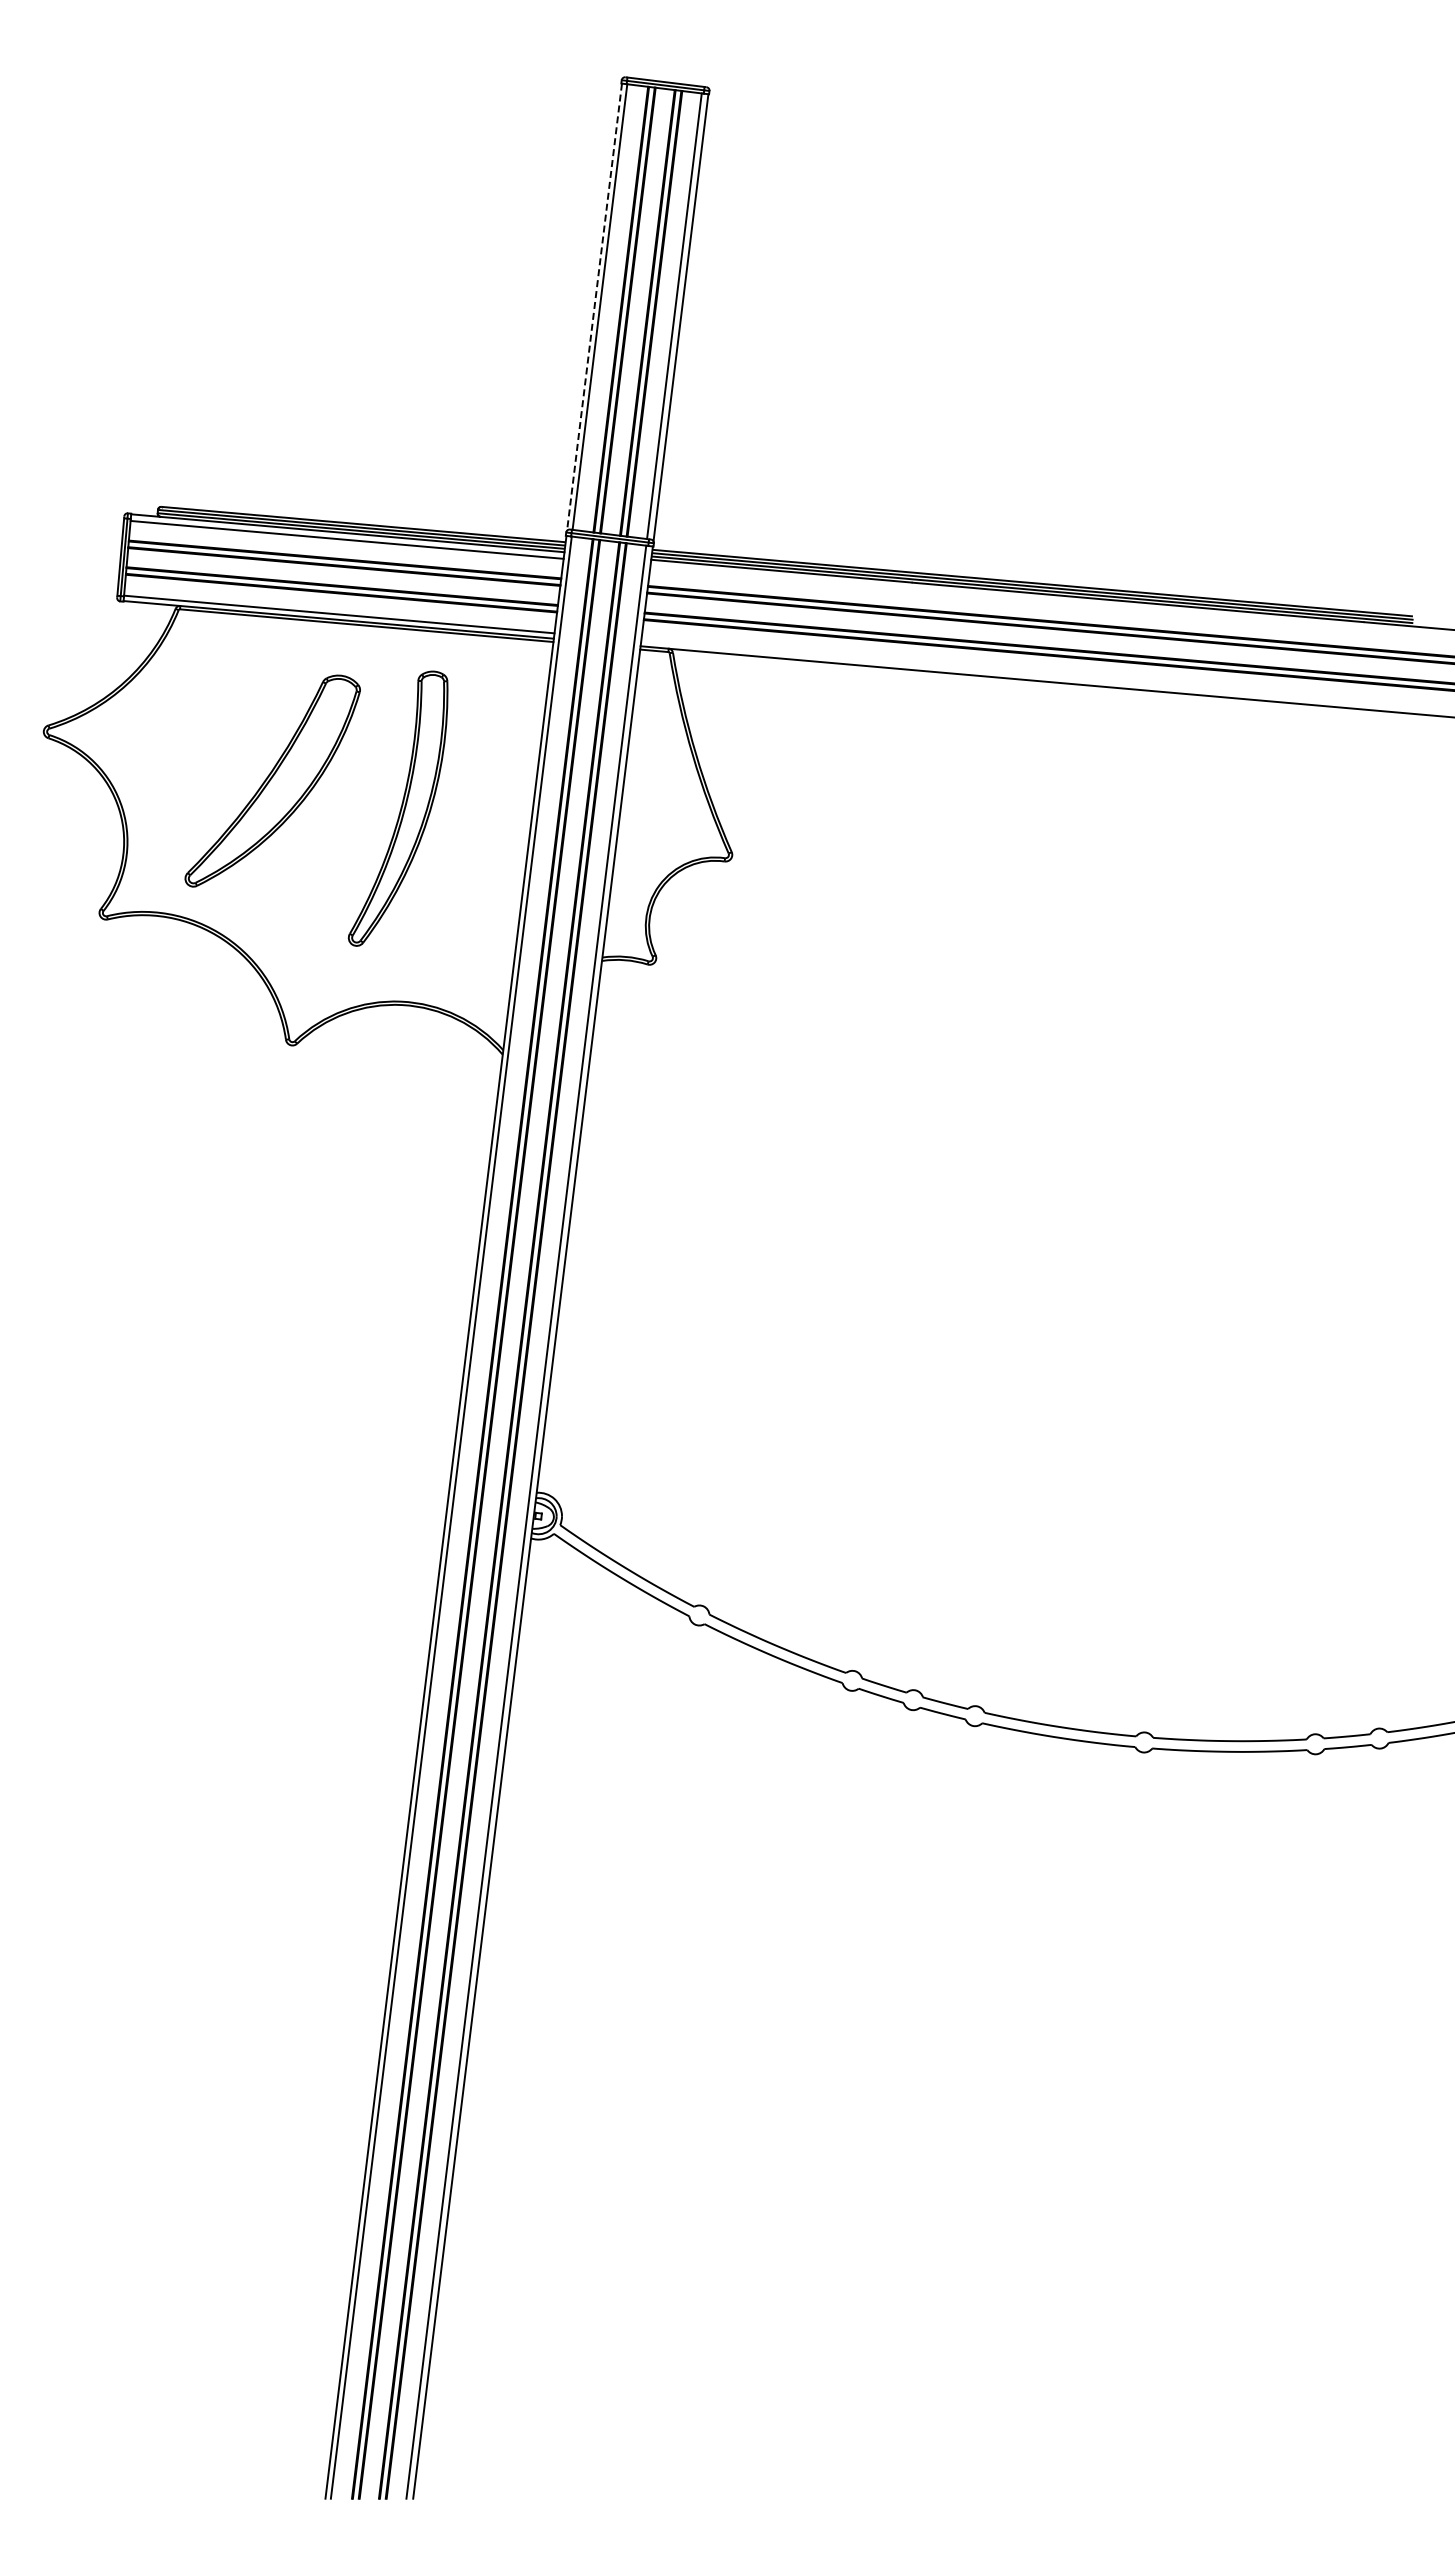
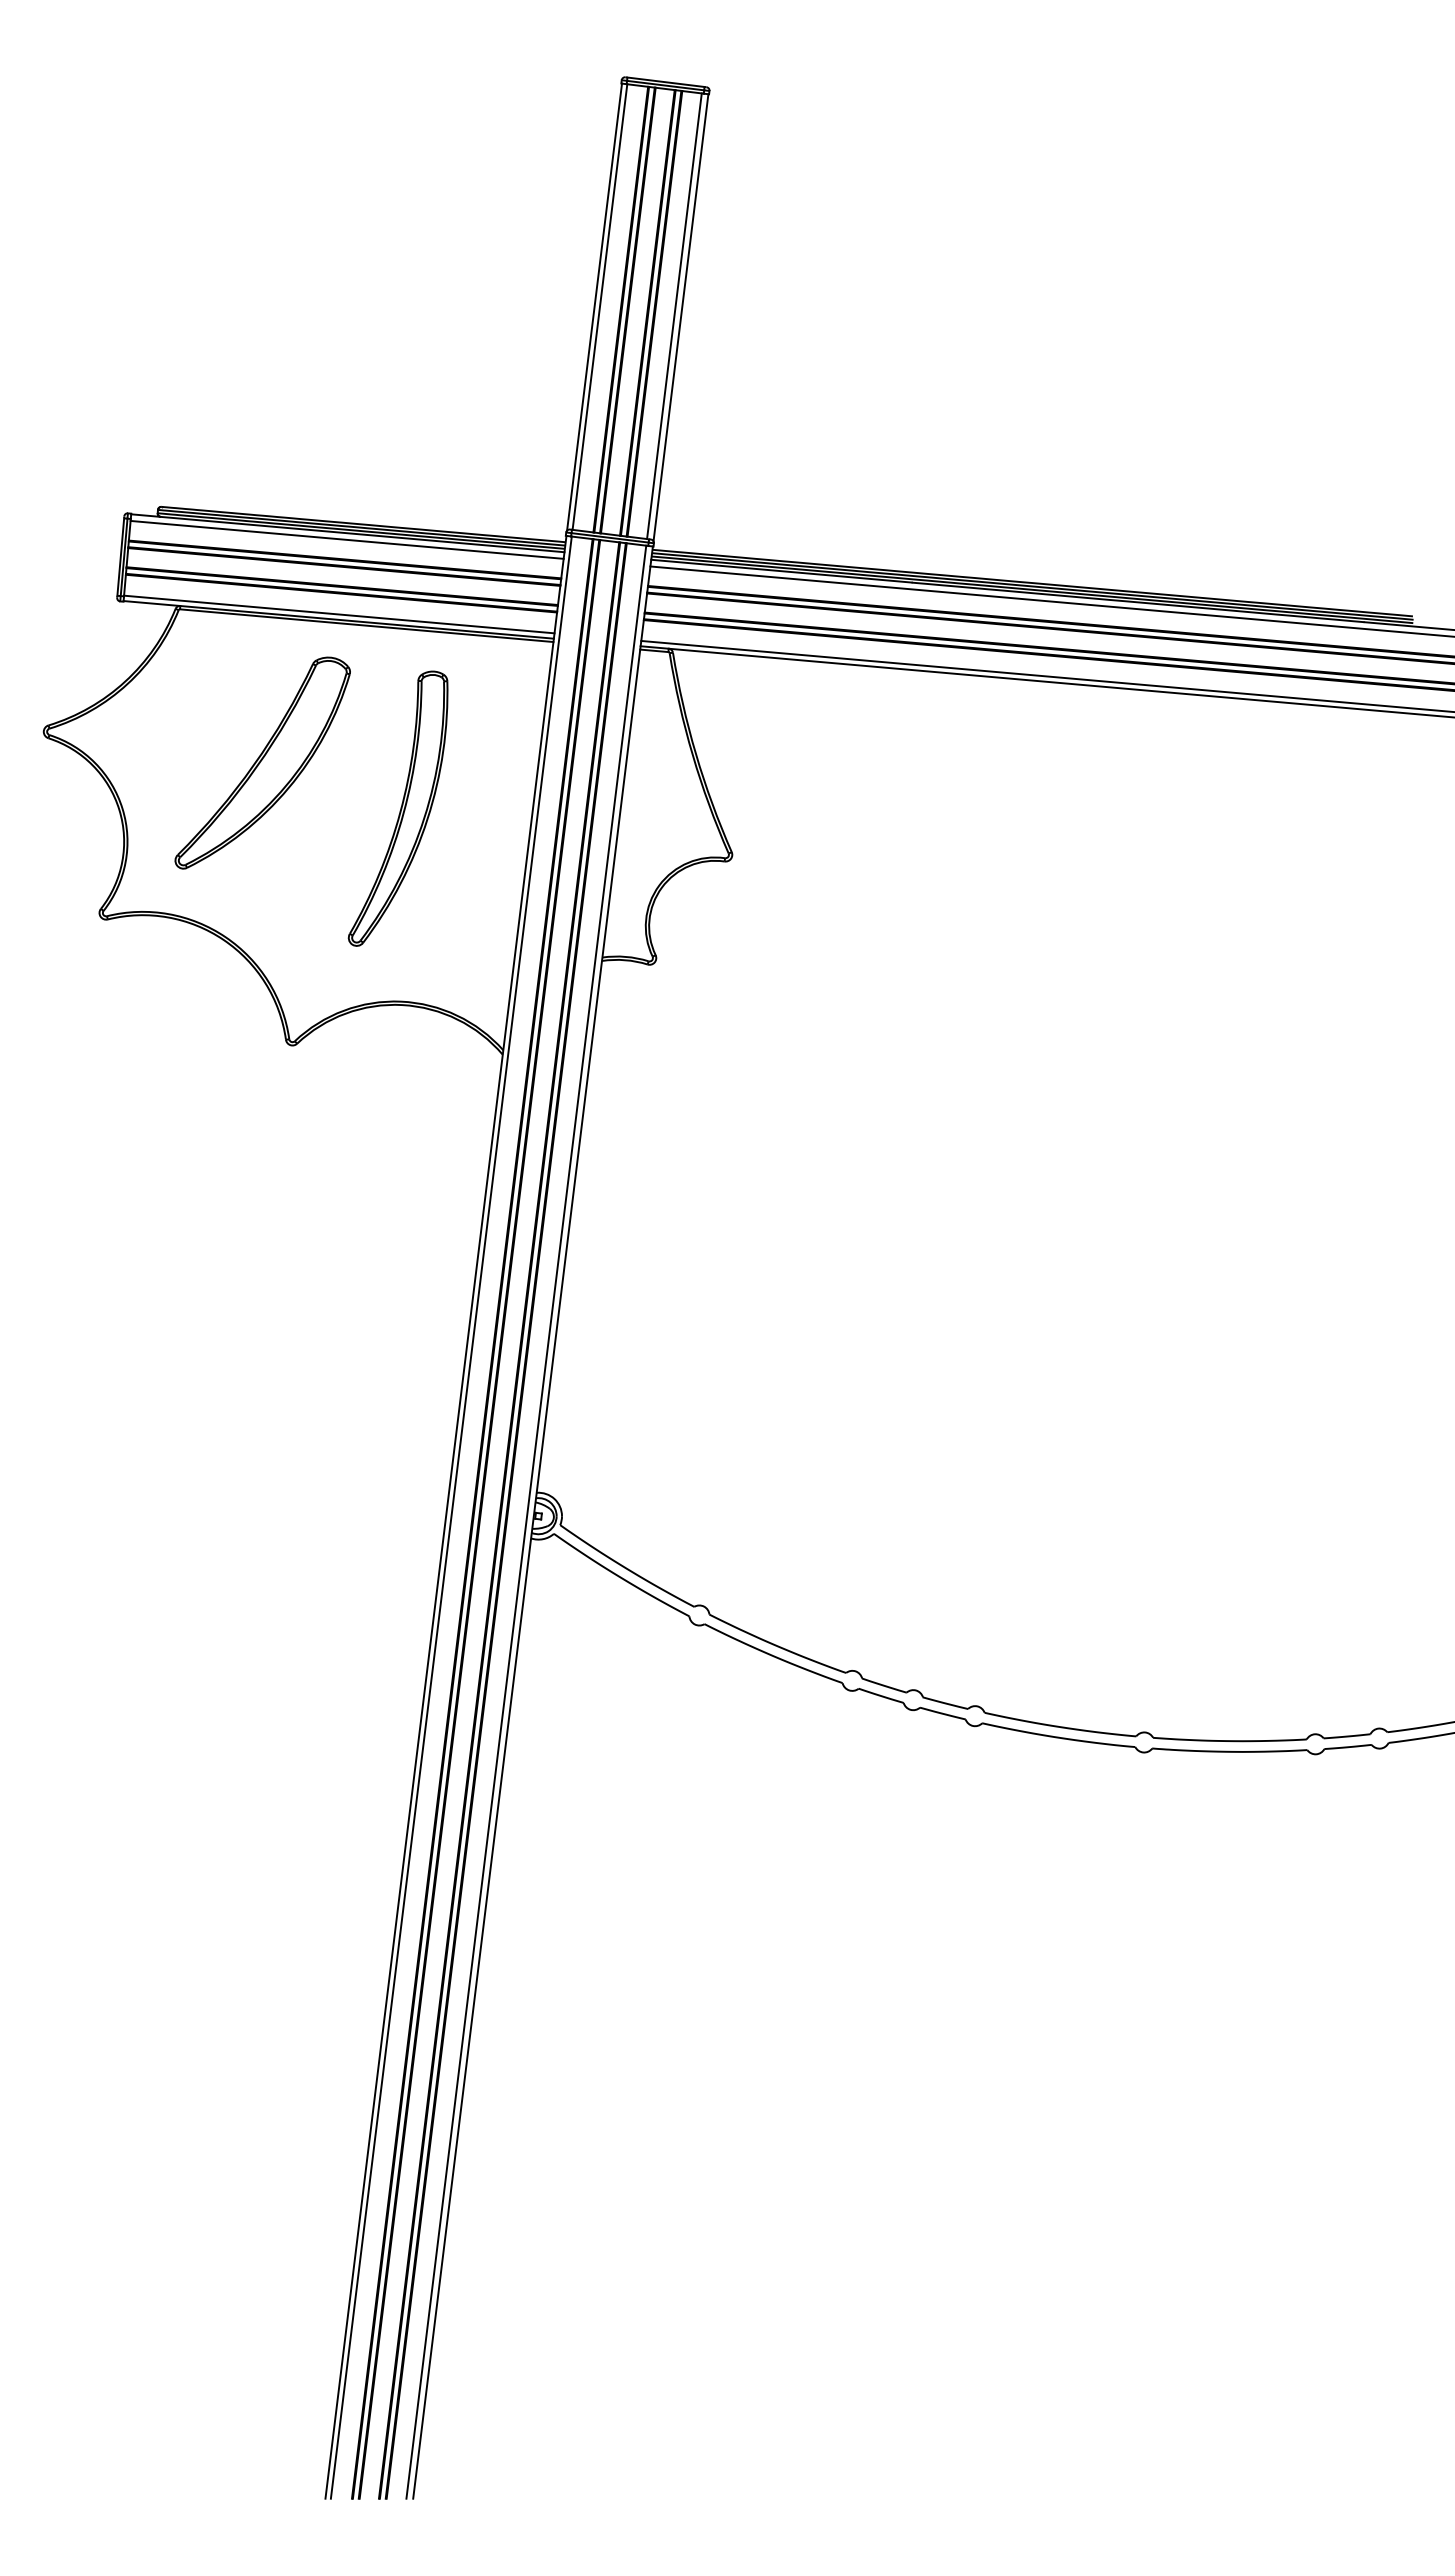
line at (594, 307): dashed -> solid
line at (1050, 601): none -> present
line at (1046, 675): none -> present
part at (272, 780) position: (272, 780) -> (262, 762)
